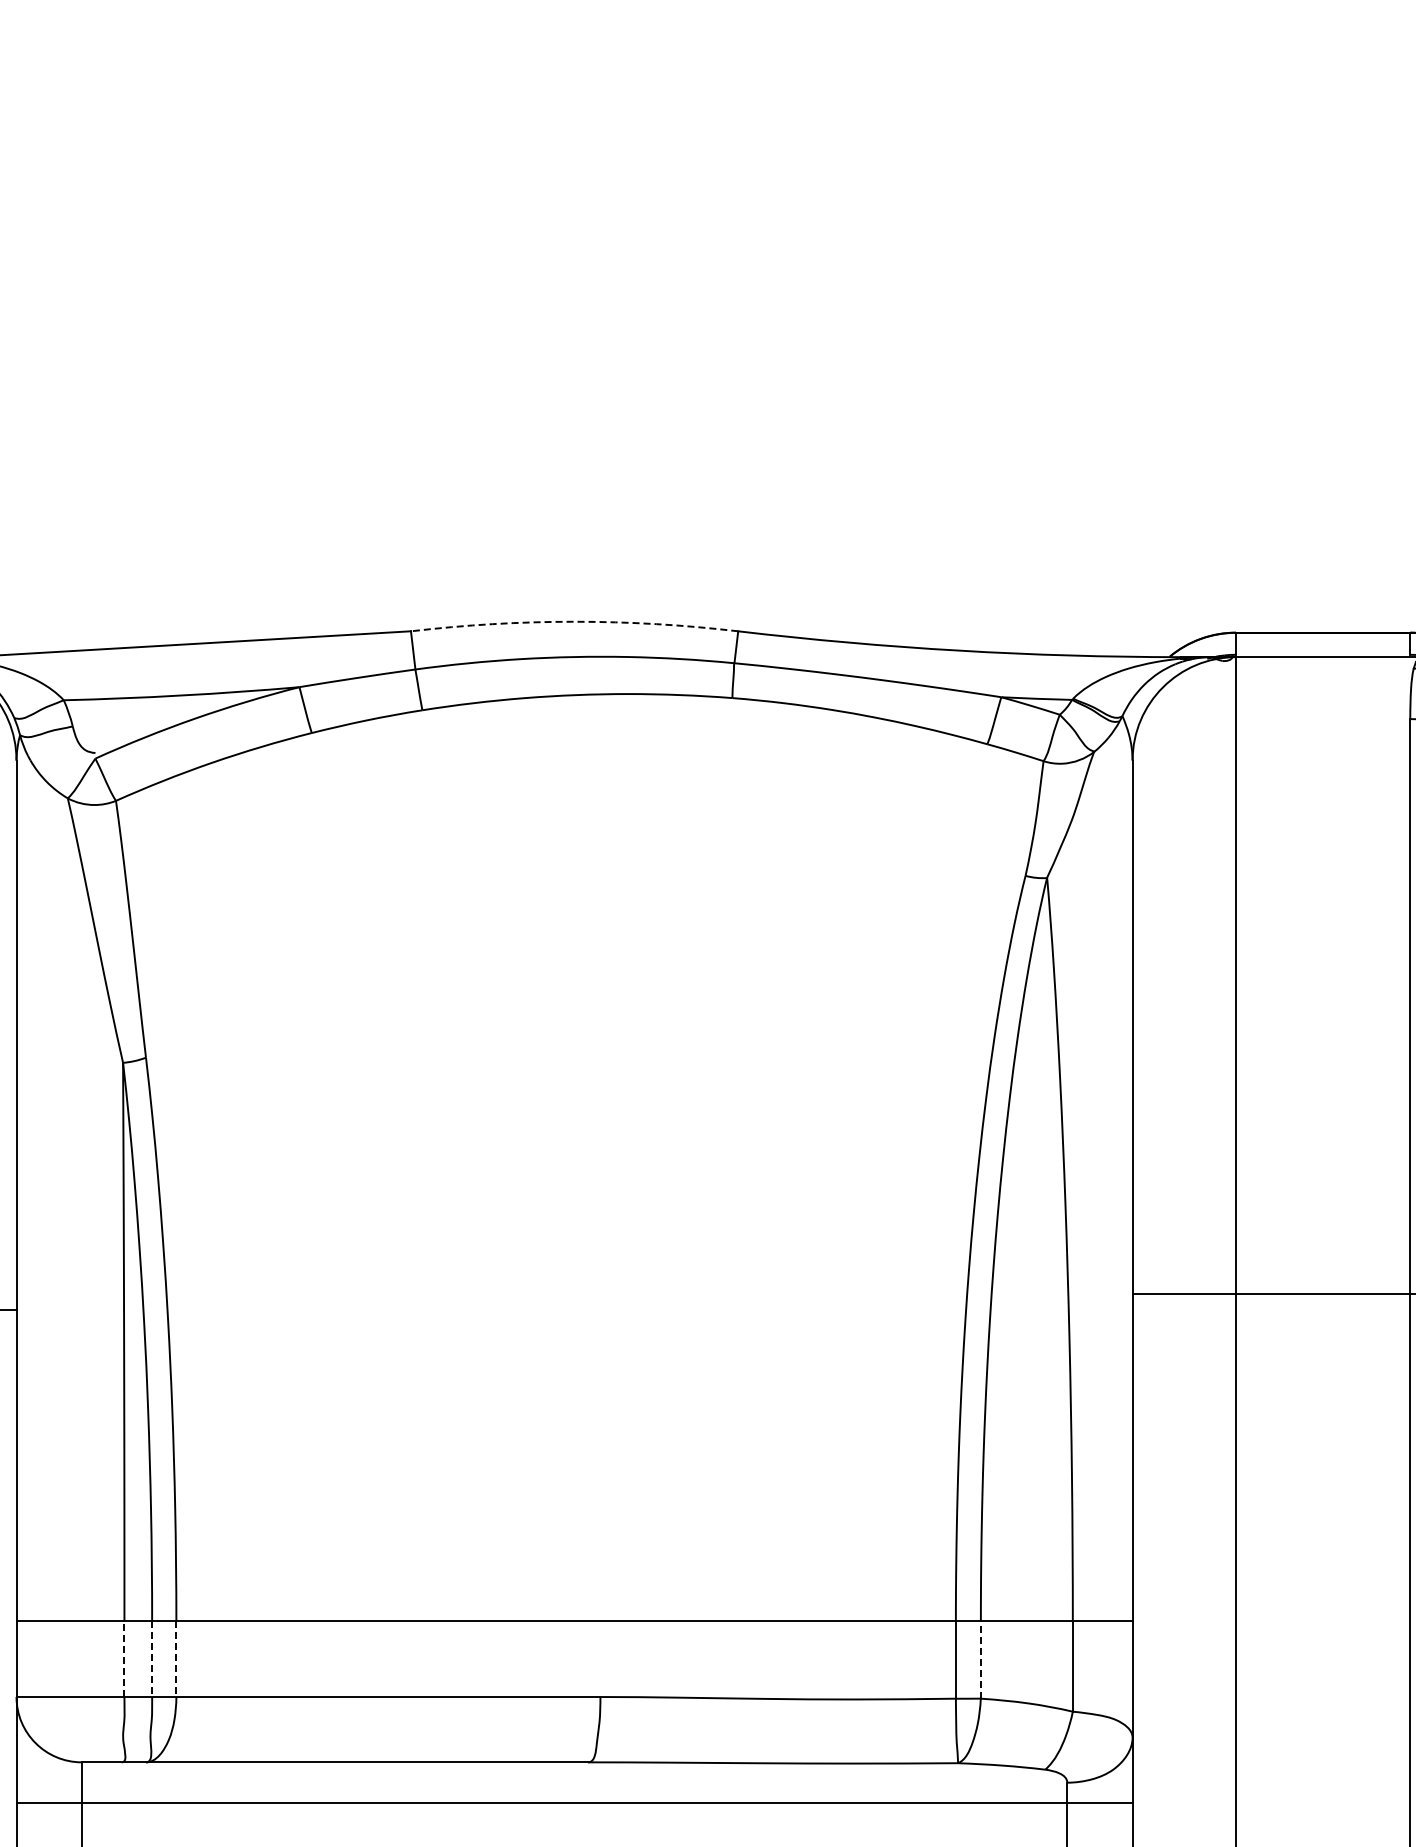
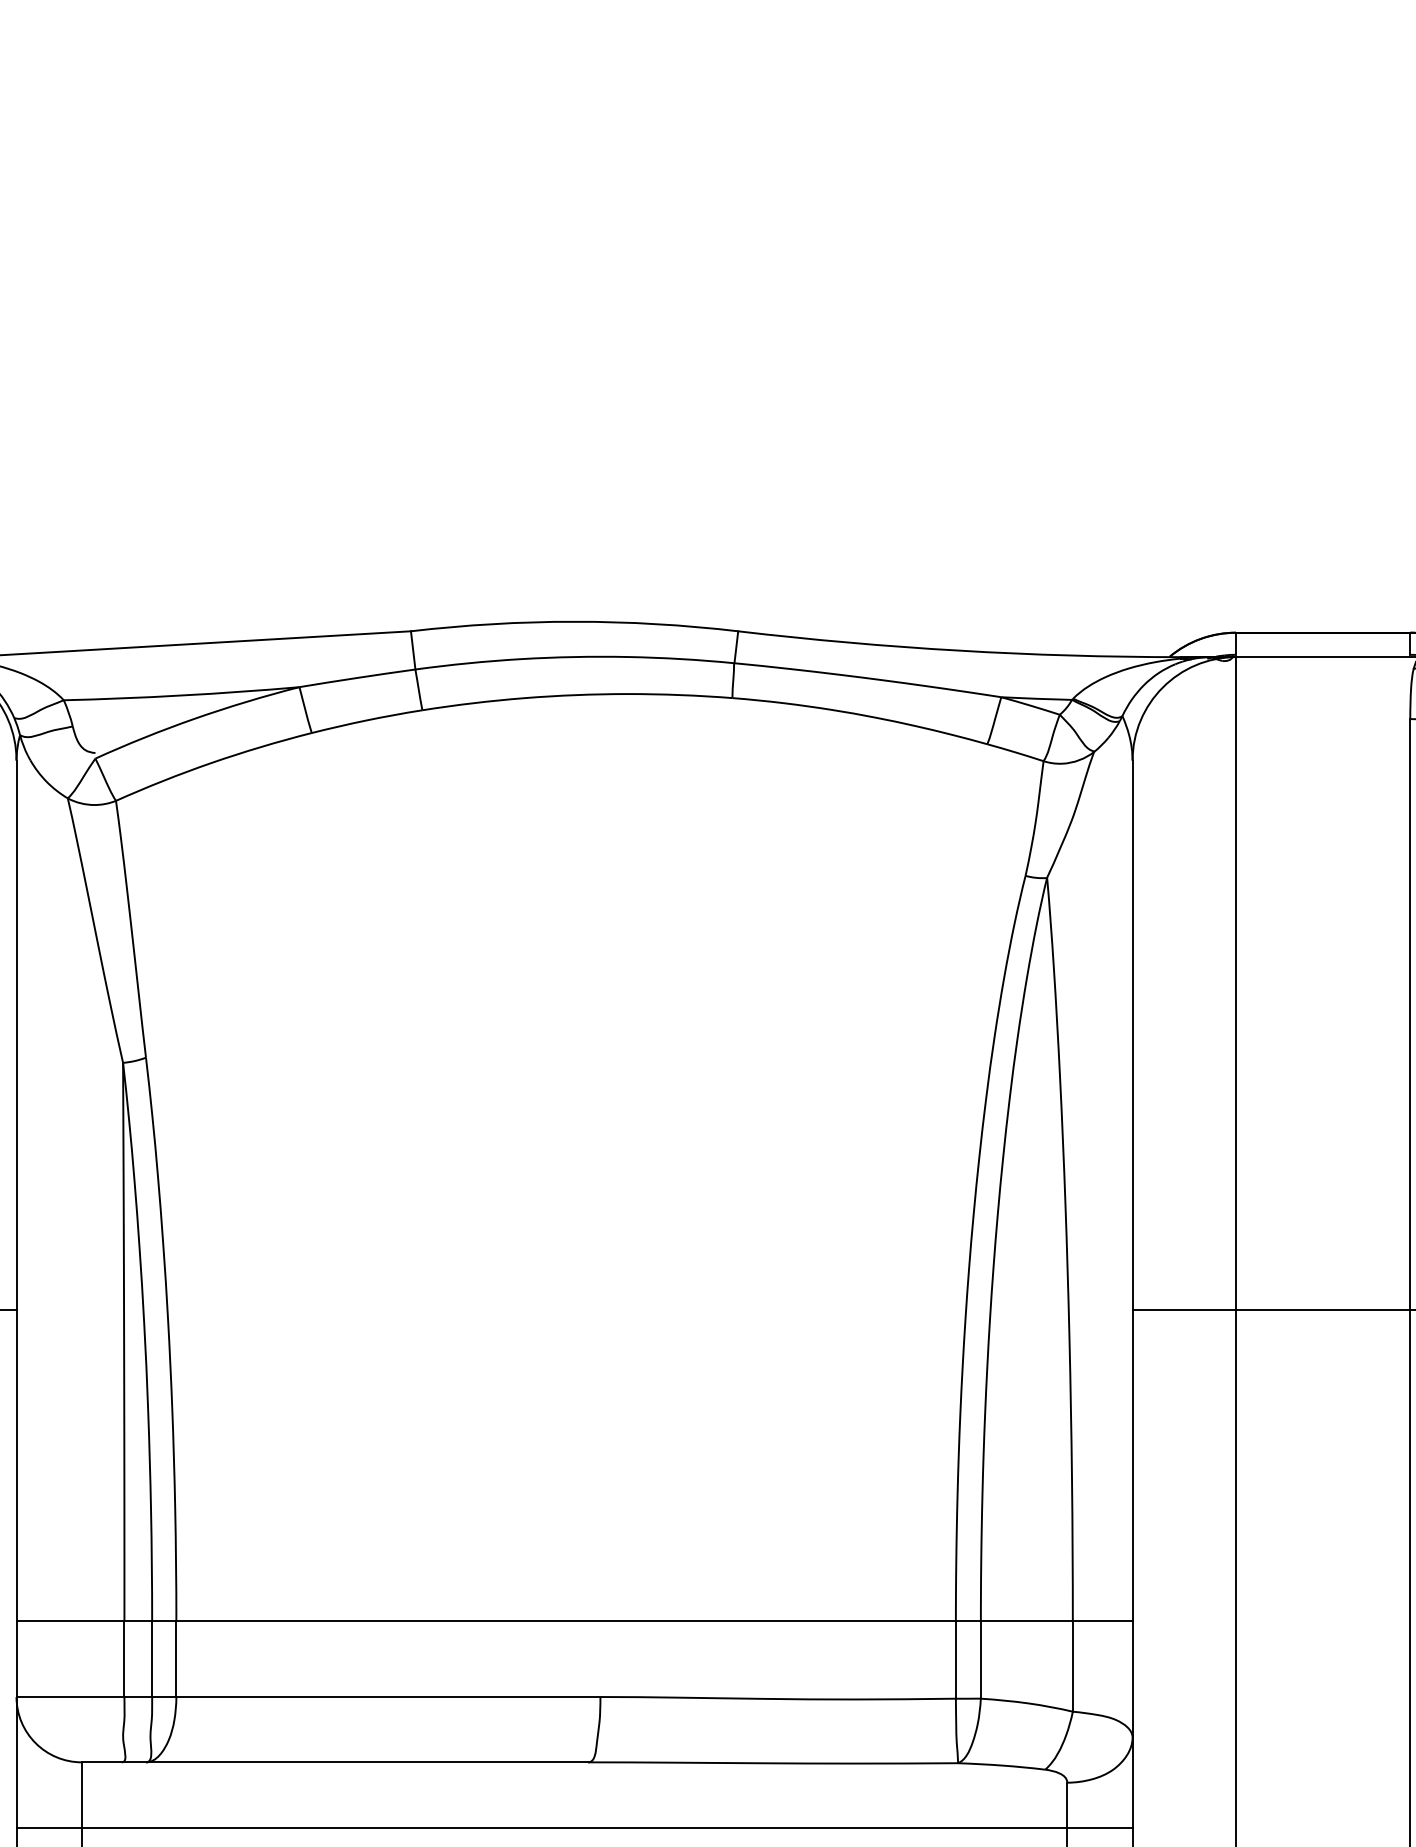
arc at (574, 621): dashed -> solid
line at (1272, 1294) position: (1272, 1294) -> (1272, 1310)
line at (124, 1658): dashed -> solid
line at (152, 1659): dashed -> solid
line at (176, 1659): dashed -> solid
line at (980, 1659): dashed -> solid
line at (574, 1802) position: (574, 1802) -> (574, 1827)
